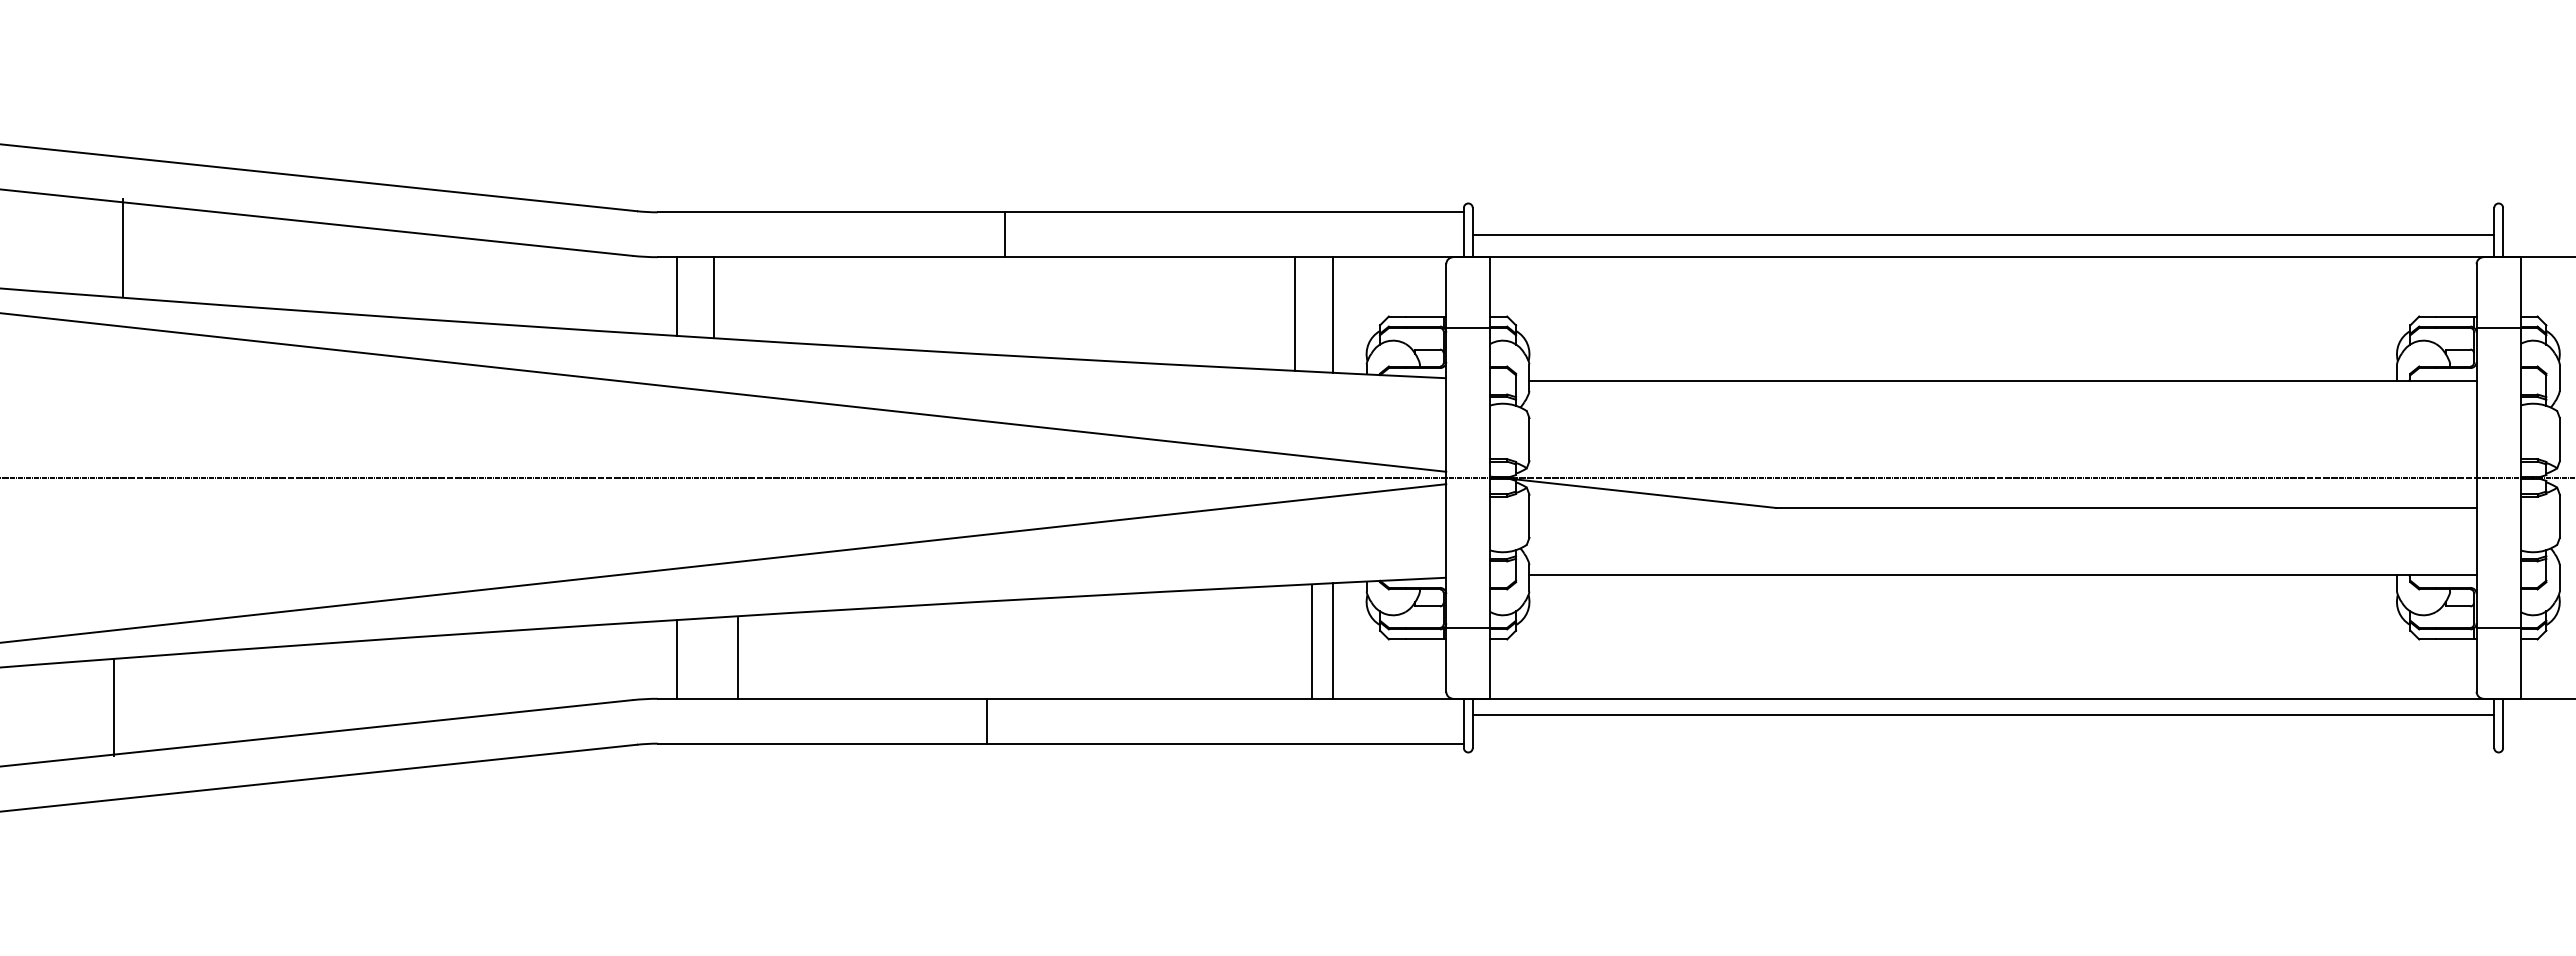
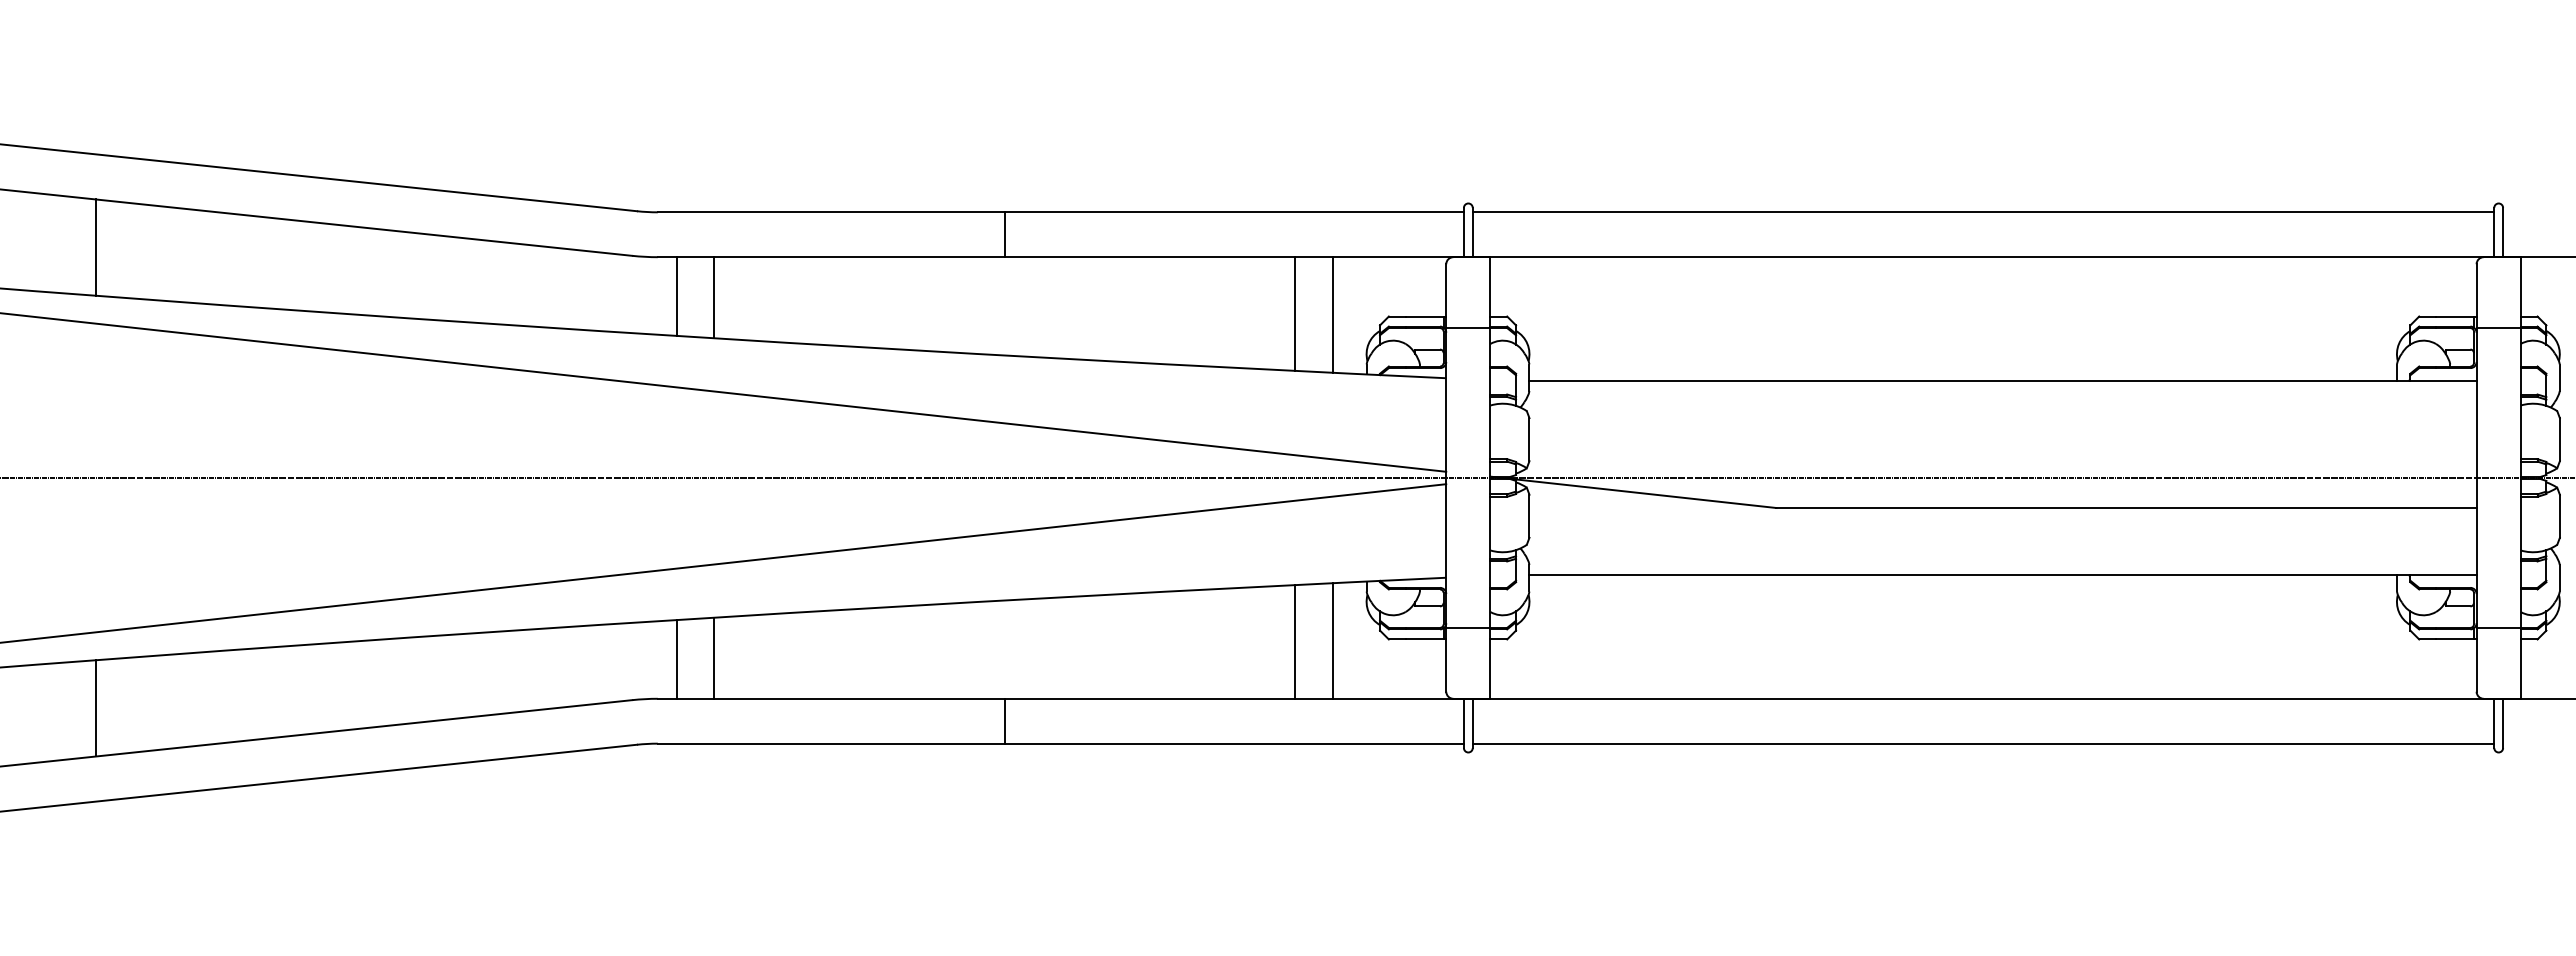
line at (1983, 235) position: (1983, 235) -> (1983, 212)
line at (123, 247) position: (123, 247) -> (96, 247)
line at (1311, 641) position: (1311, 641) -> (1294, 641)
line at (738, 657) position: (738, 657) -> (714, 657)
line at (114, 708) position: (114, 708) -> (96, 708)
line at (1983, 714) position: (1983, 714) -> (1983, 743)
line at (986, 720) position: (986, 720) -> (1004, 720)
